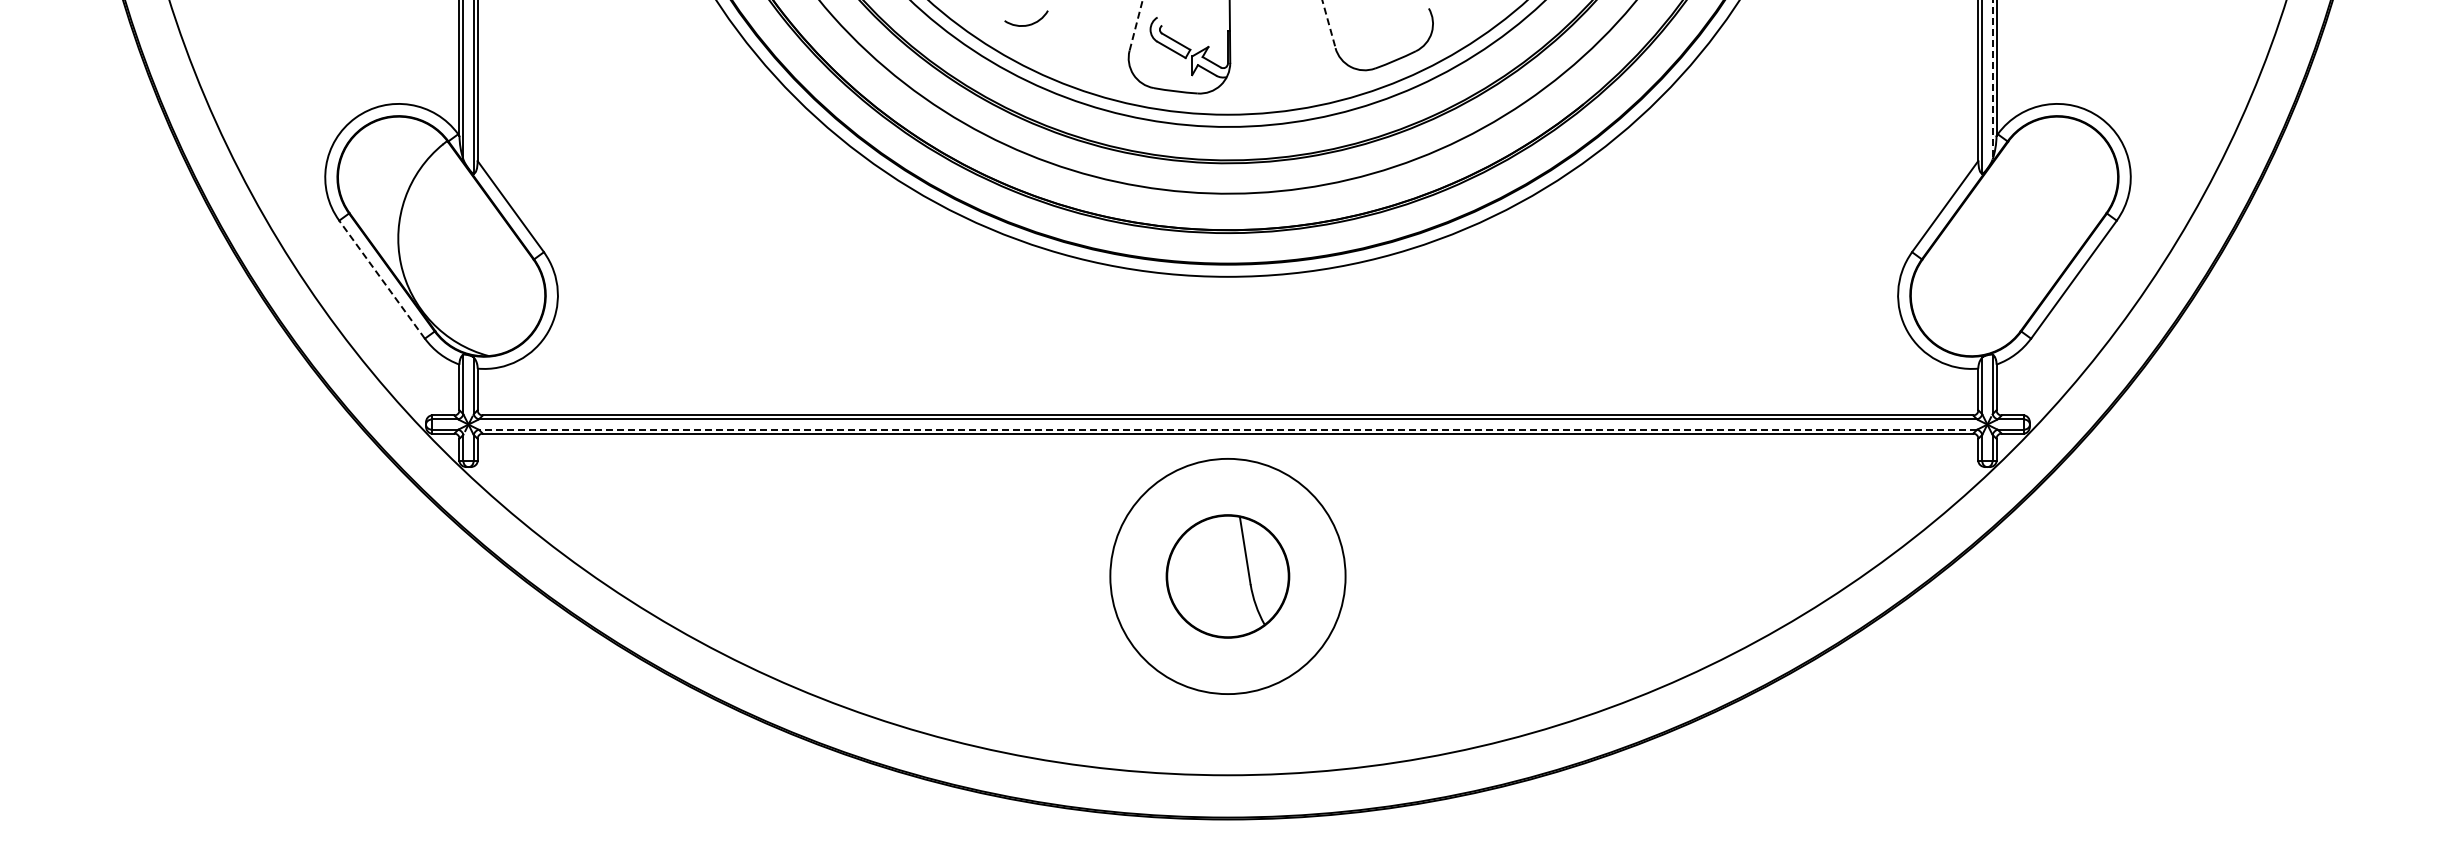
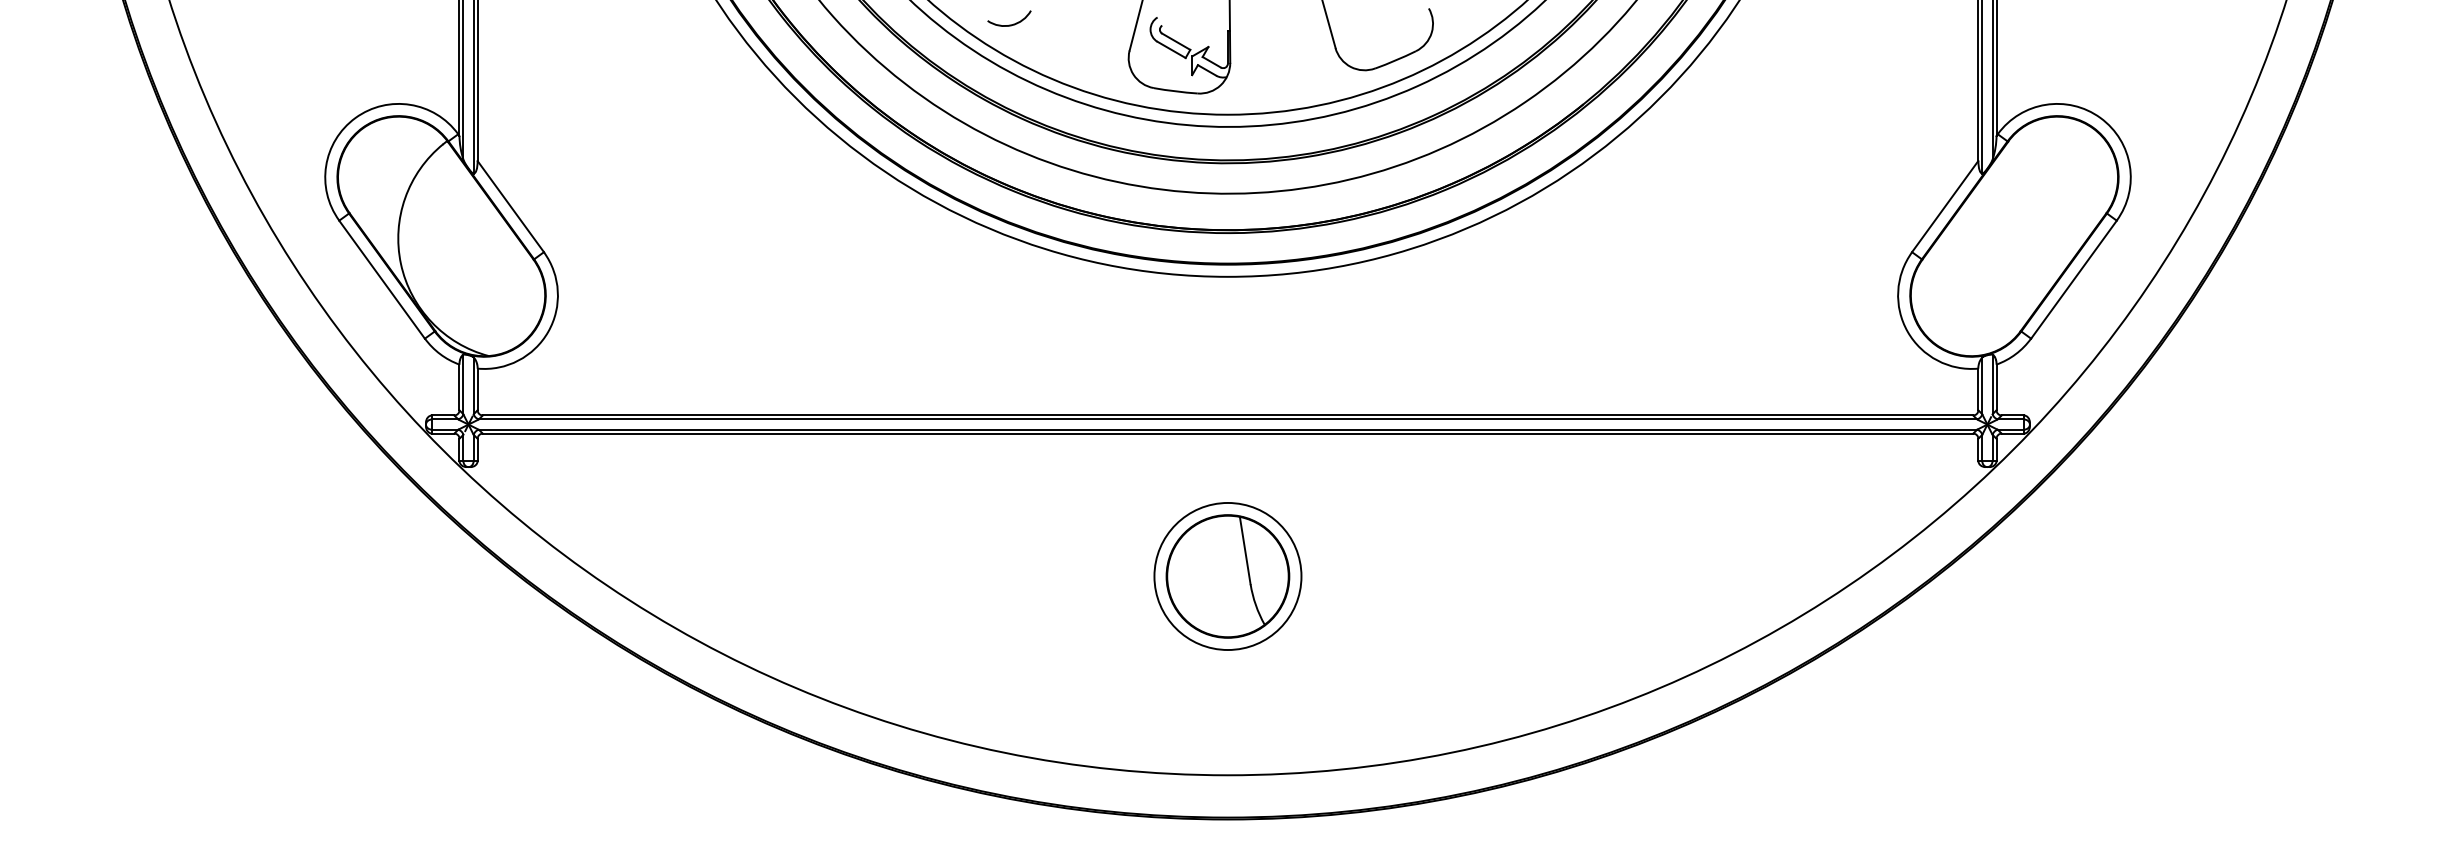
curve at (1026, 24) position: (1026, 24) -> (1009, 24)
line at (1328, 24): dashed -> solid
line at (1136, 25): dashed -> solid
line at (1992, 80): dashed -> solid
line at (382, 279): dashed -> solid
line at (1227, 429): dashed -> solid
circle at (1227, 576) diameter: 235 px -> 147 px
